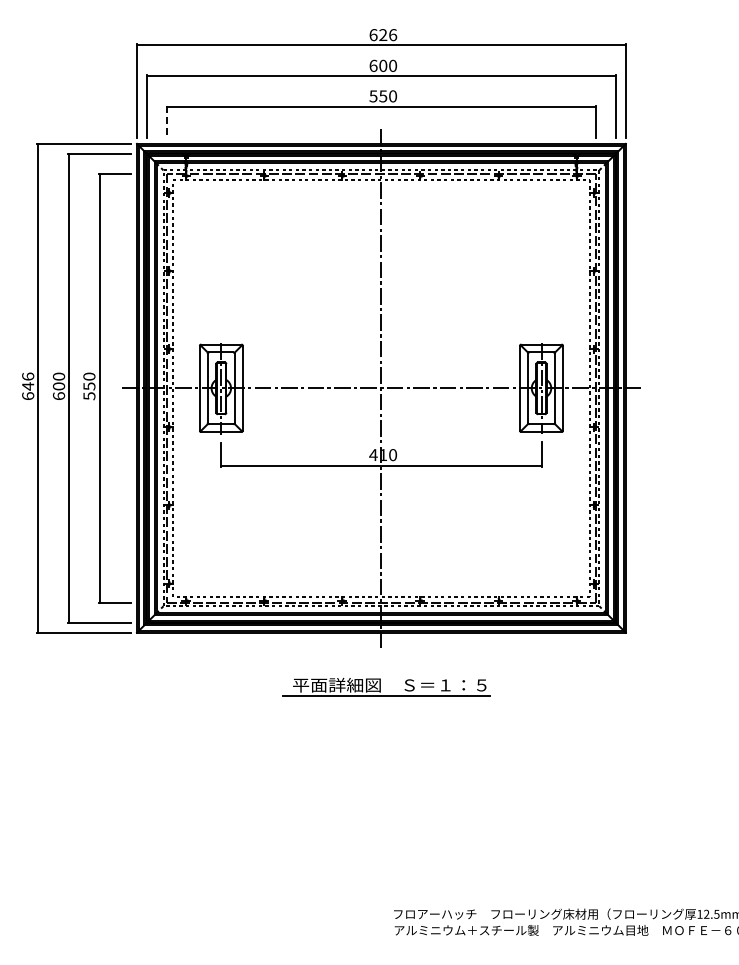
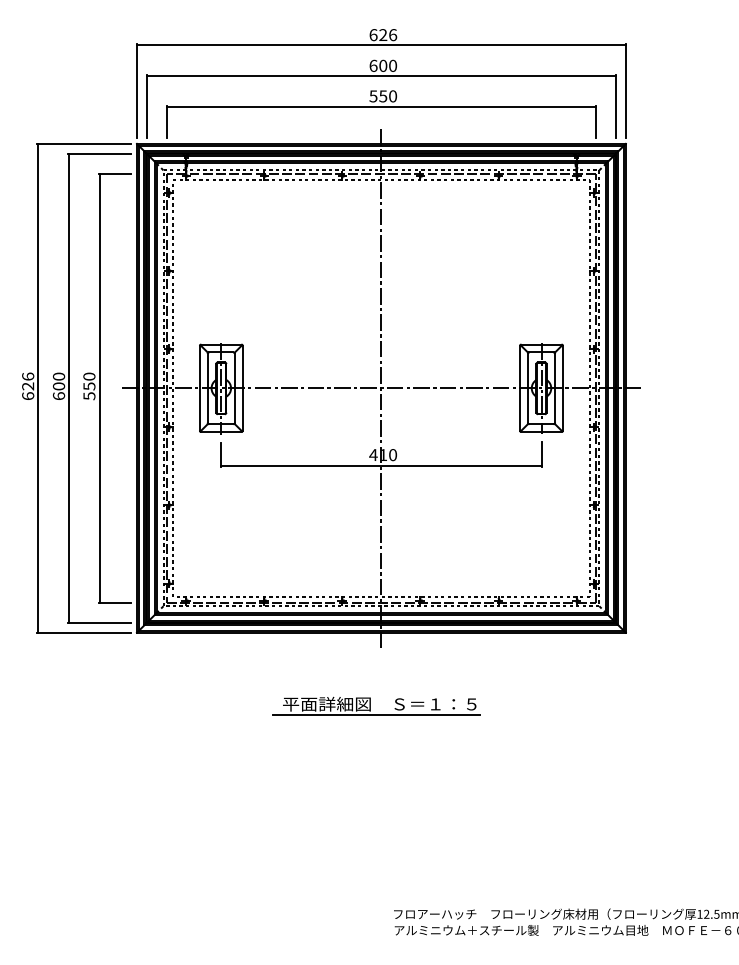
line at (166, 122): dashed -> solid
text at (28, 386): 646 -> 626
part at (386, 686) position: (386, 686) -> (376, 705)
